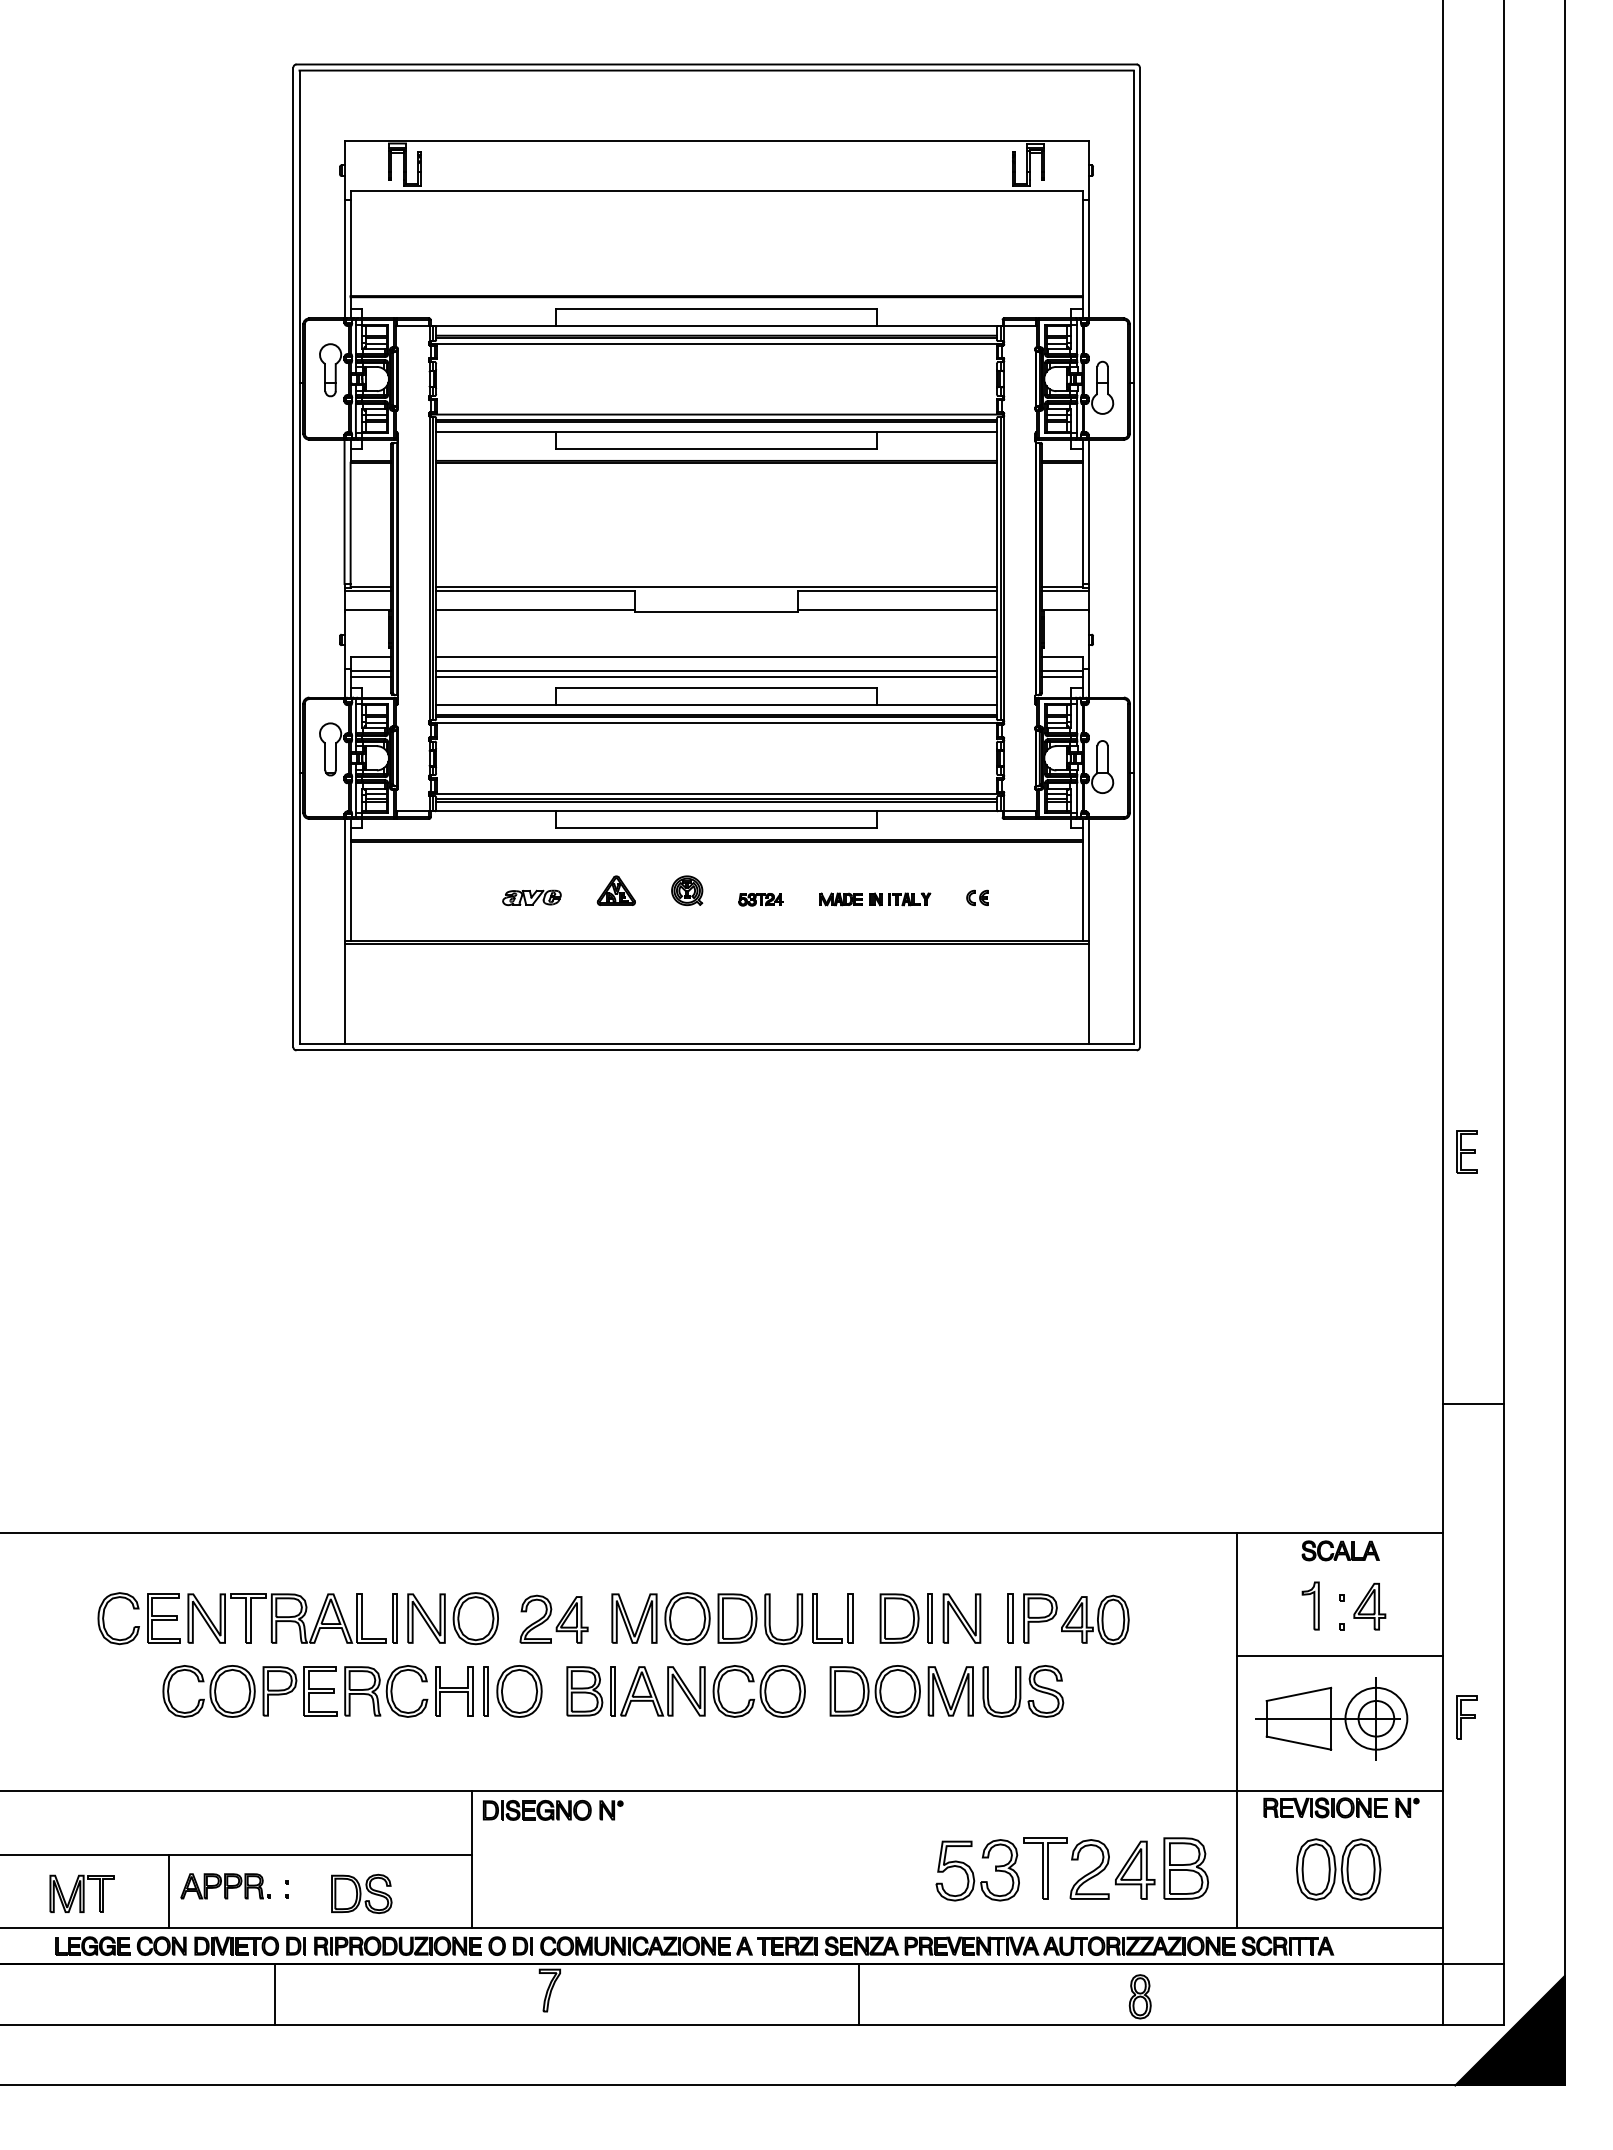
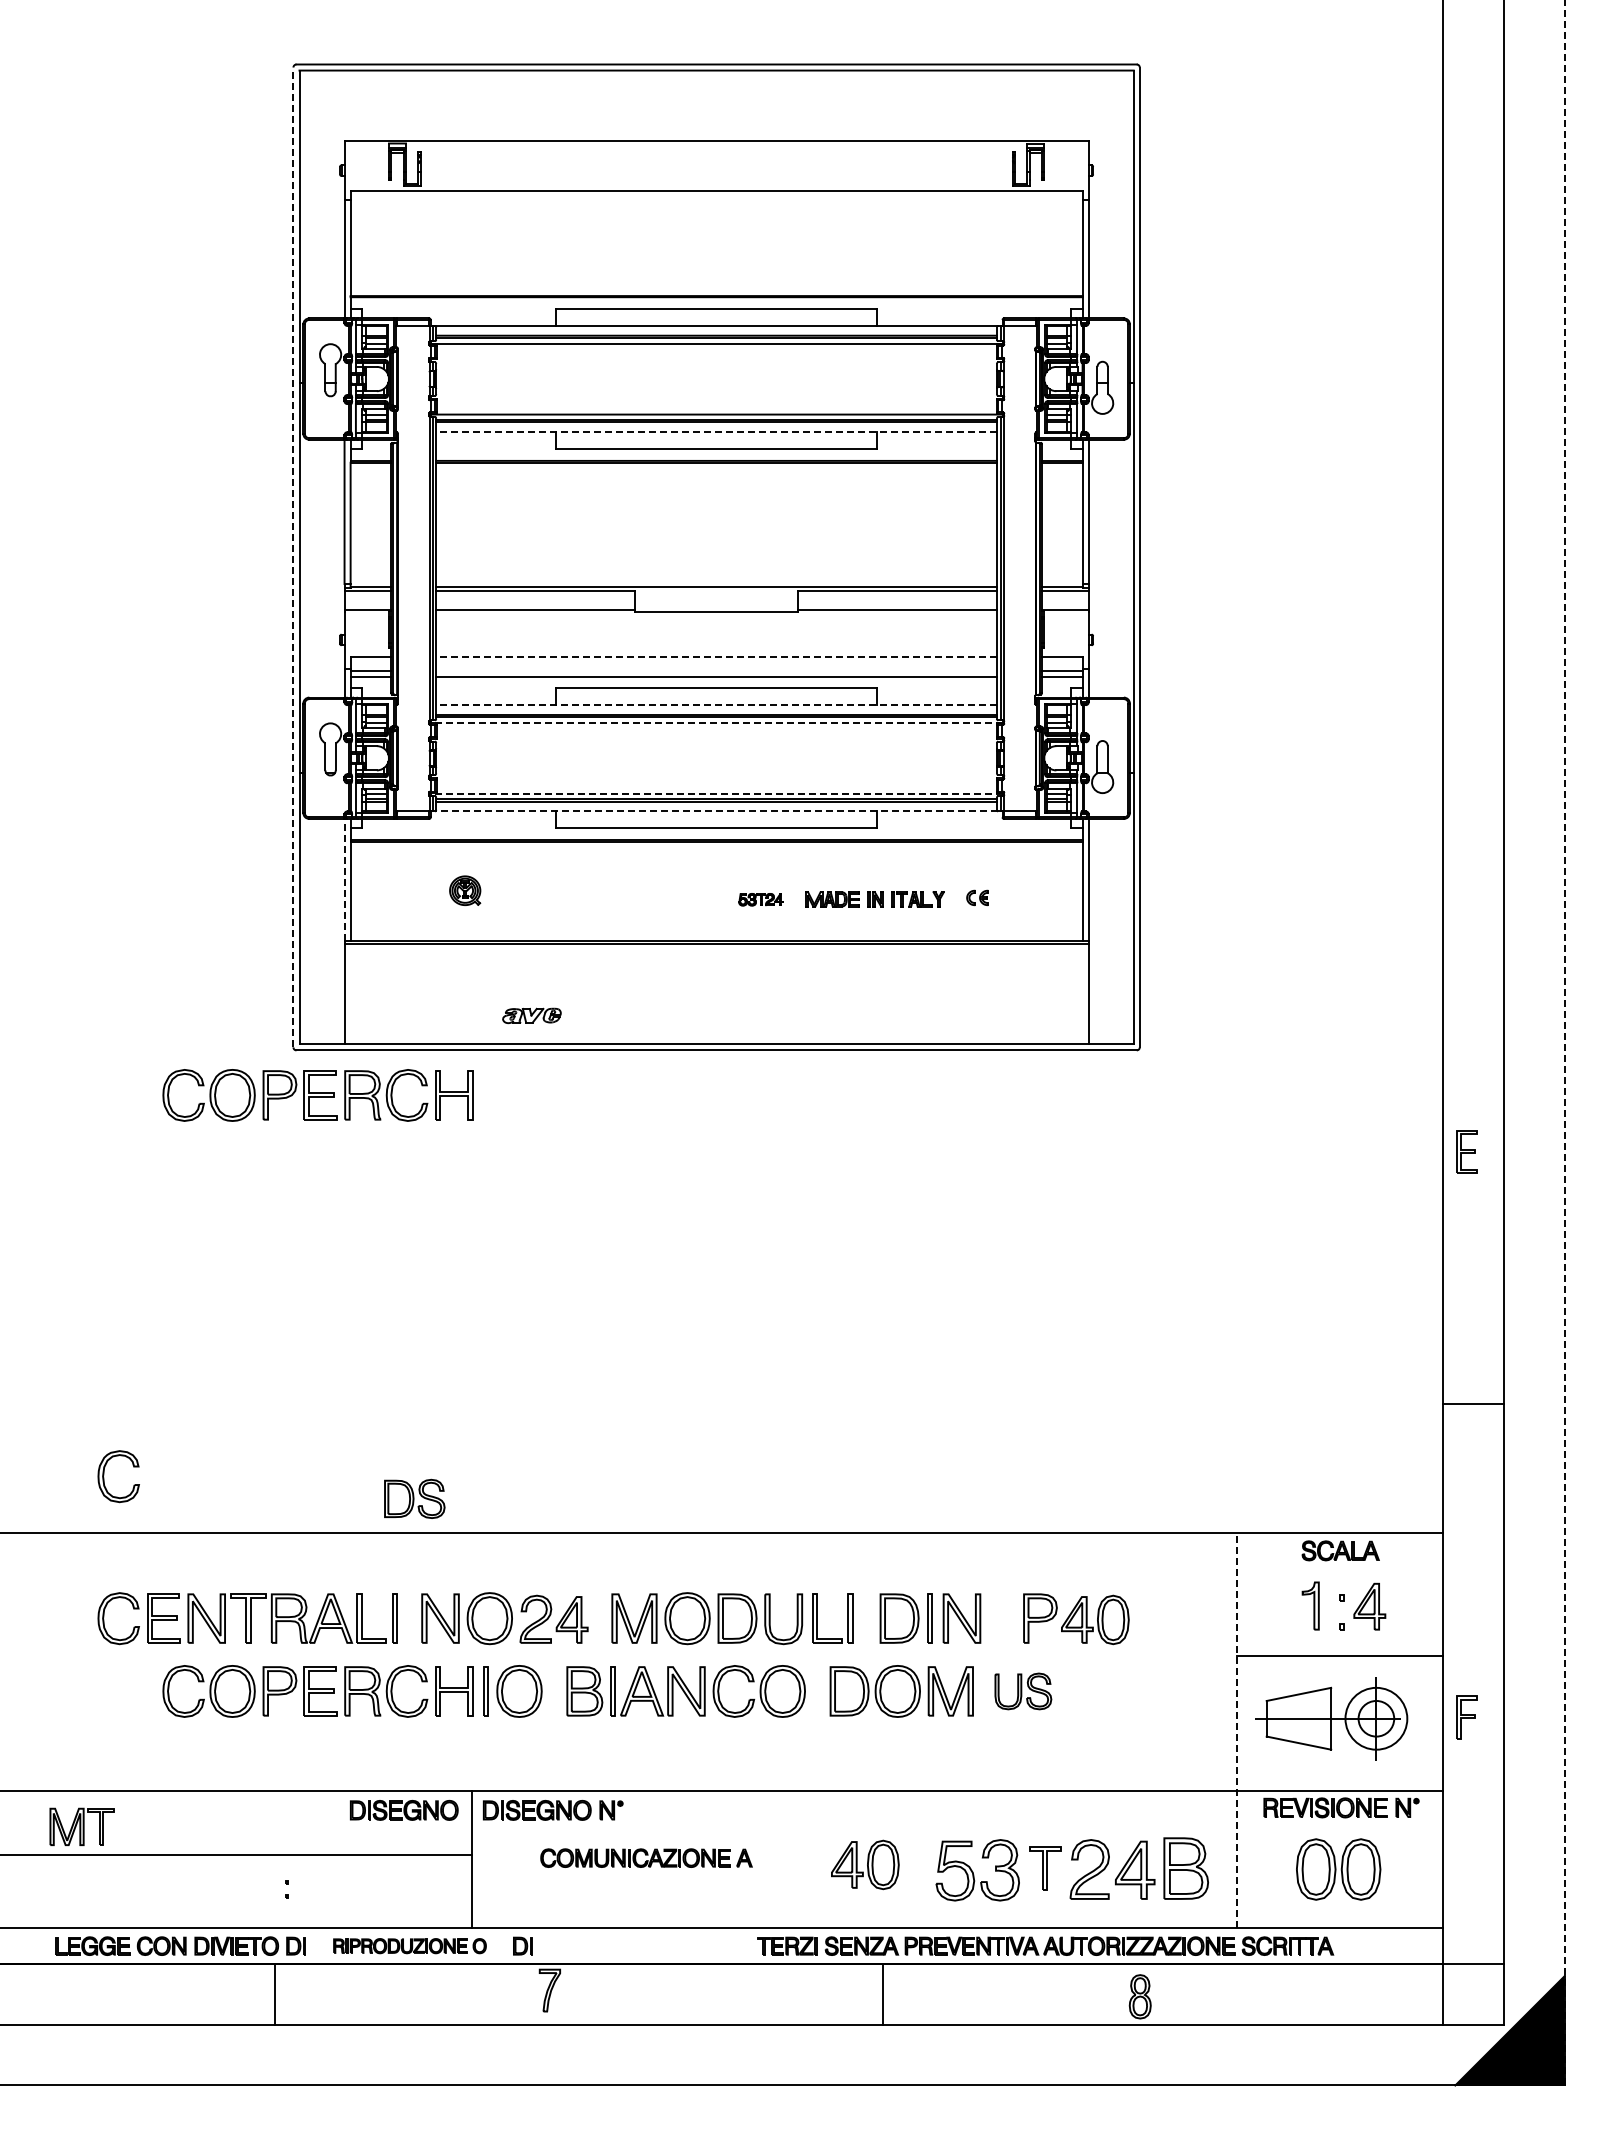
line at (716, 432): solid -> dashed
line at (293, 557): solid -> dashed
line at (716, 657): solid -> dashed
line at (716, 671): present -> none
line at (716, 705): solid -> dashed
line at (716, 722): solid -> dashed
line at (716, 793): solid -> dashed
line at (716, 811): solid -> dashed
line at (344, 879): solid -> dashed
part at (615, 890): present -> none
part at (687, 890) position: (687, 890) -> (465, 890)
part at (531, 897) position: (531, 897) -> (531, 1015)
part at (875, 899) size: 113x15 px -> 140x17 px
line at (1564, 1042): solid -> dashed
part at (317, 1095): none -> present
part at (104, 1475): none -> present
part at (452, 1618) position: (452, 1618) -> (466, 1618)
part at (1010, 1618): present -> none
part at (1023, 1691) size: 83x53 px -> 59x39 px
line at (1236, 1730): solid -> dashed
part at (403, 1809): none -> present
part at (865, 1864): none -> present
part at (1045, 1868) size: 45x63 px -> 33x45 px
part at (225, 1886): present -> none
line at (169, 1890): present -> none
part at (81, 1893) position: (81, 1893) -> (81, 1826)
part at (361, 1893) position: (361, 1893) -> (414, 1498)
part at (409, 1945) size: 192x20 px -> 154x17 px
part at (646, 1945) position: (646, 1945) -> (646, 1857)
line at (859, 1994) position: (859, 1994) -> (883, 1994)
